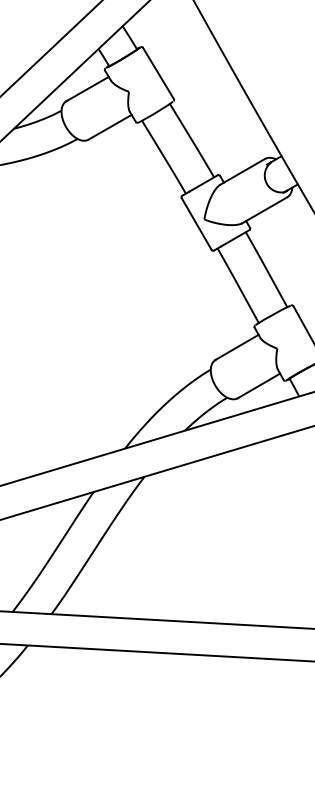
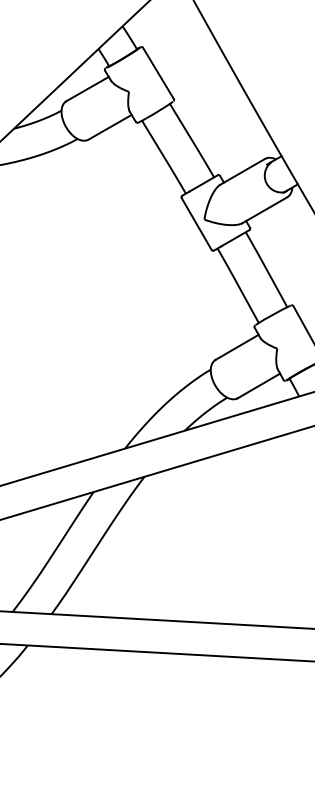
line at (51, 48): present -> none
